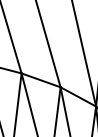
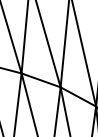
line at (24, 37): none -> present
line at (64, 44): none -> present
